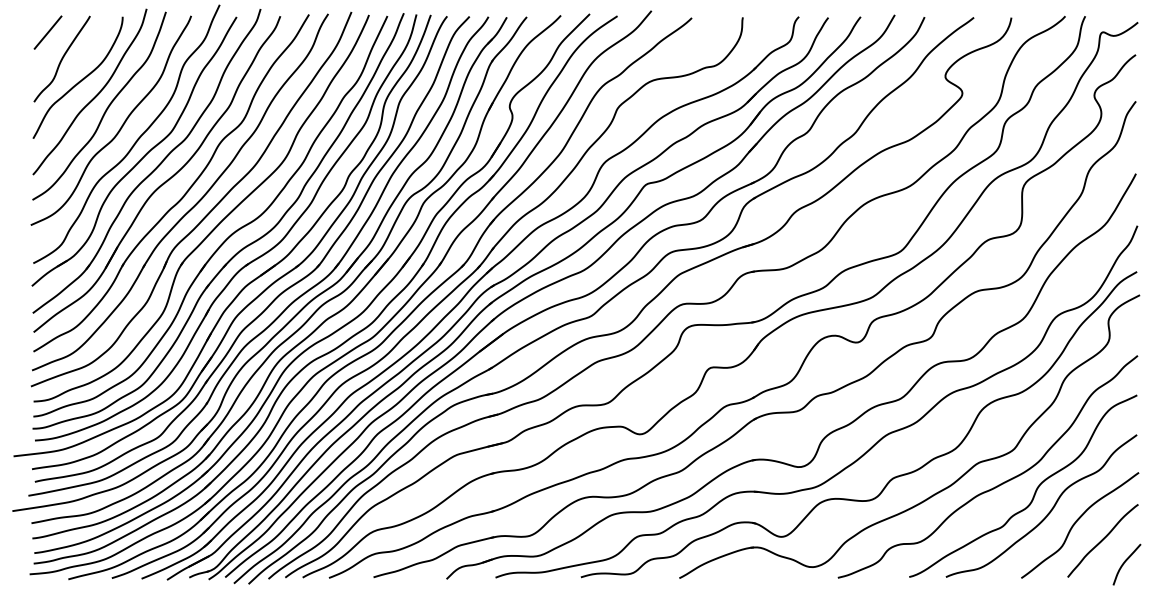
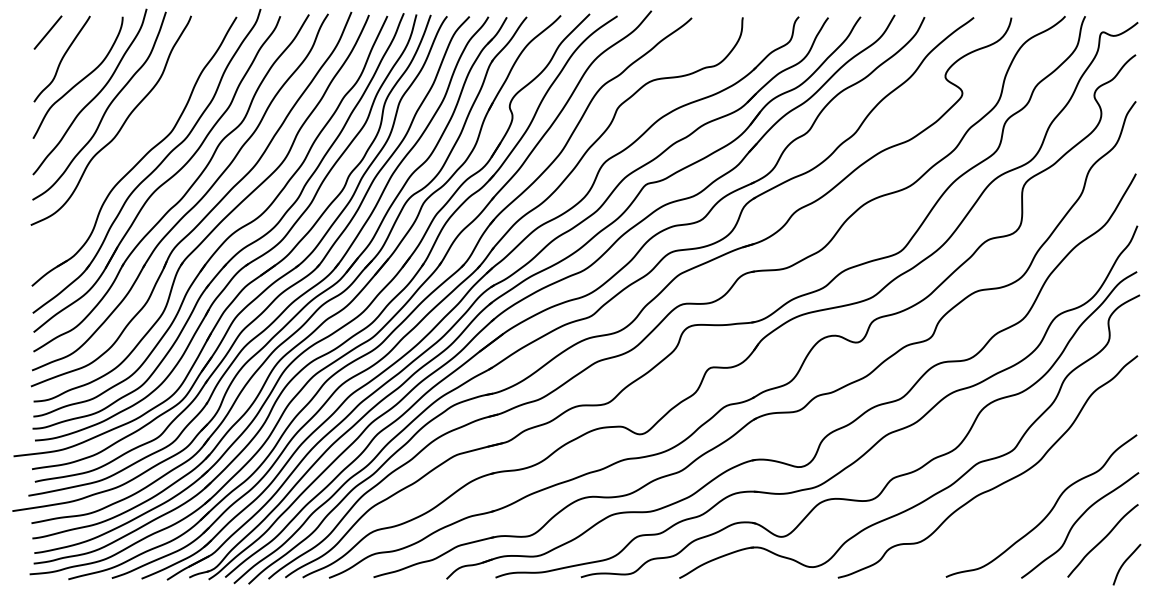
curve at (135, 141): present -> none
curve at (1035, 489): present -> none
